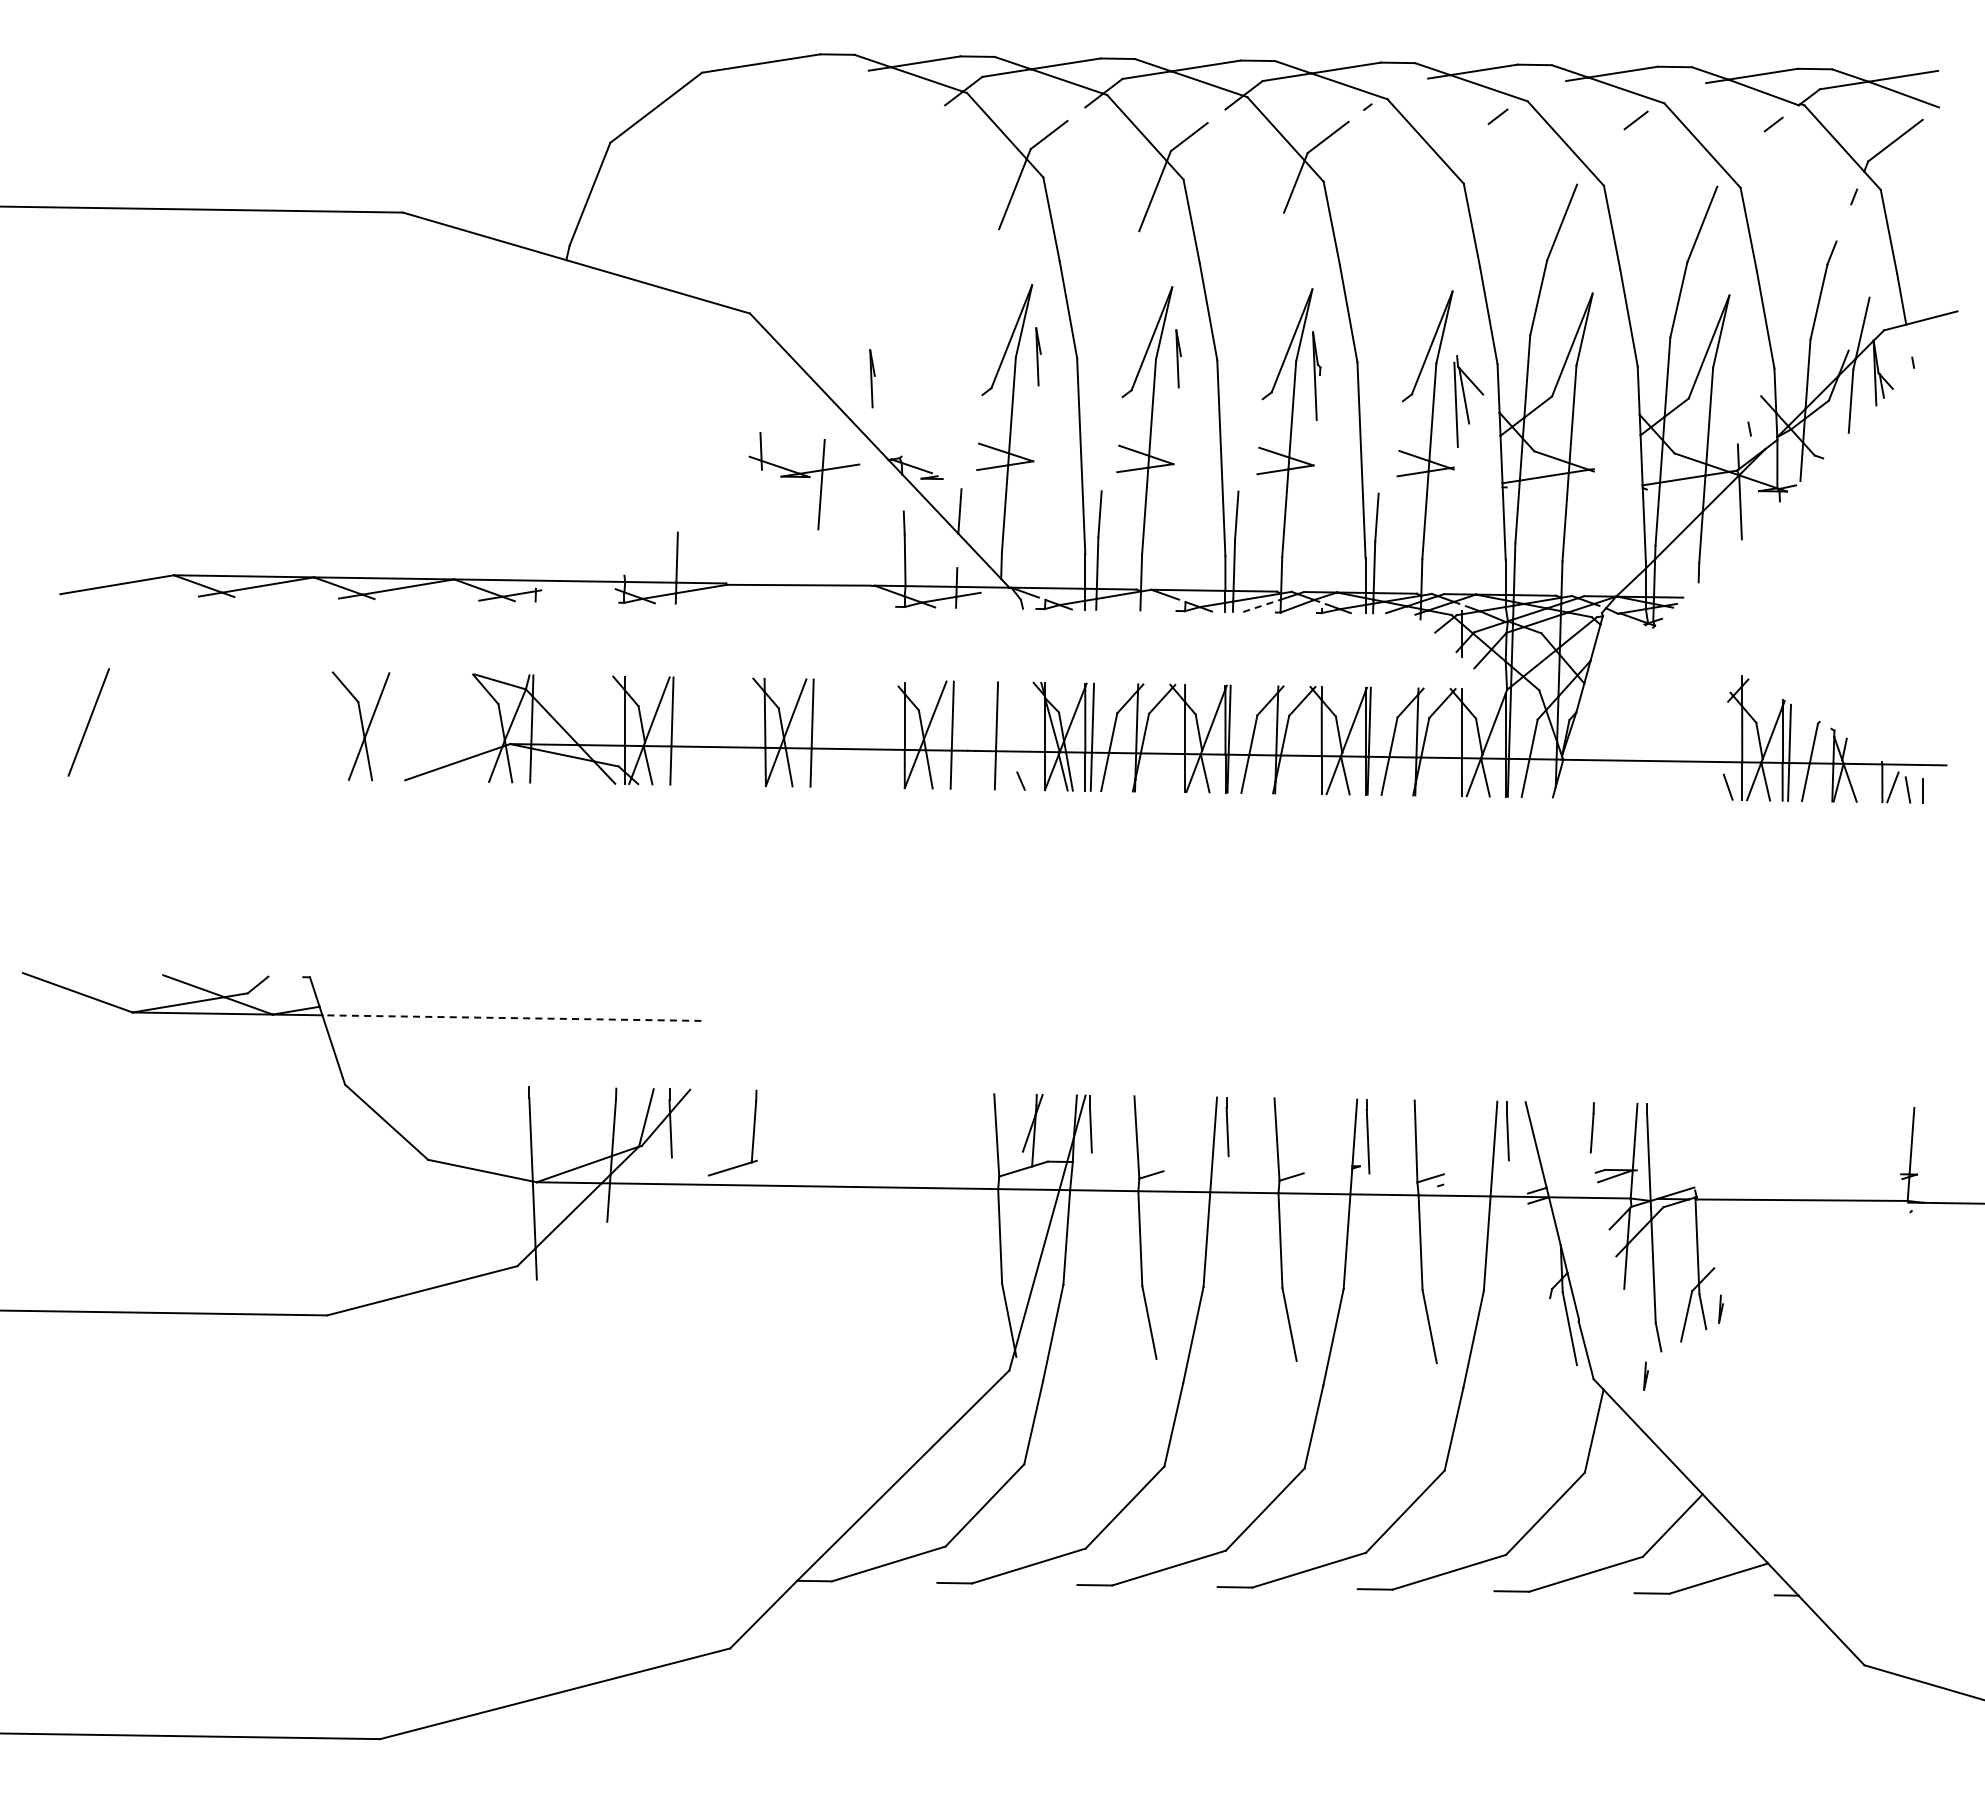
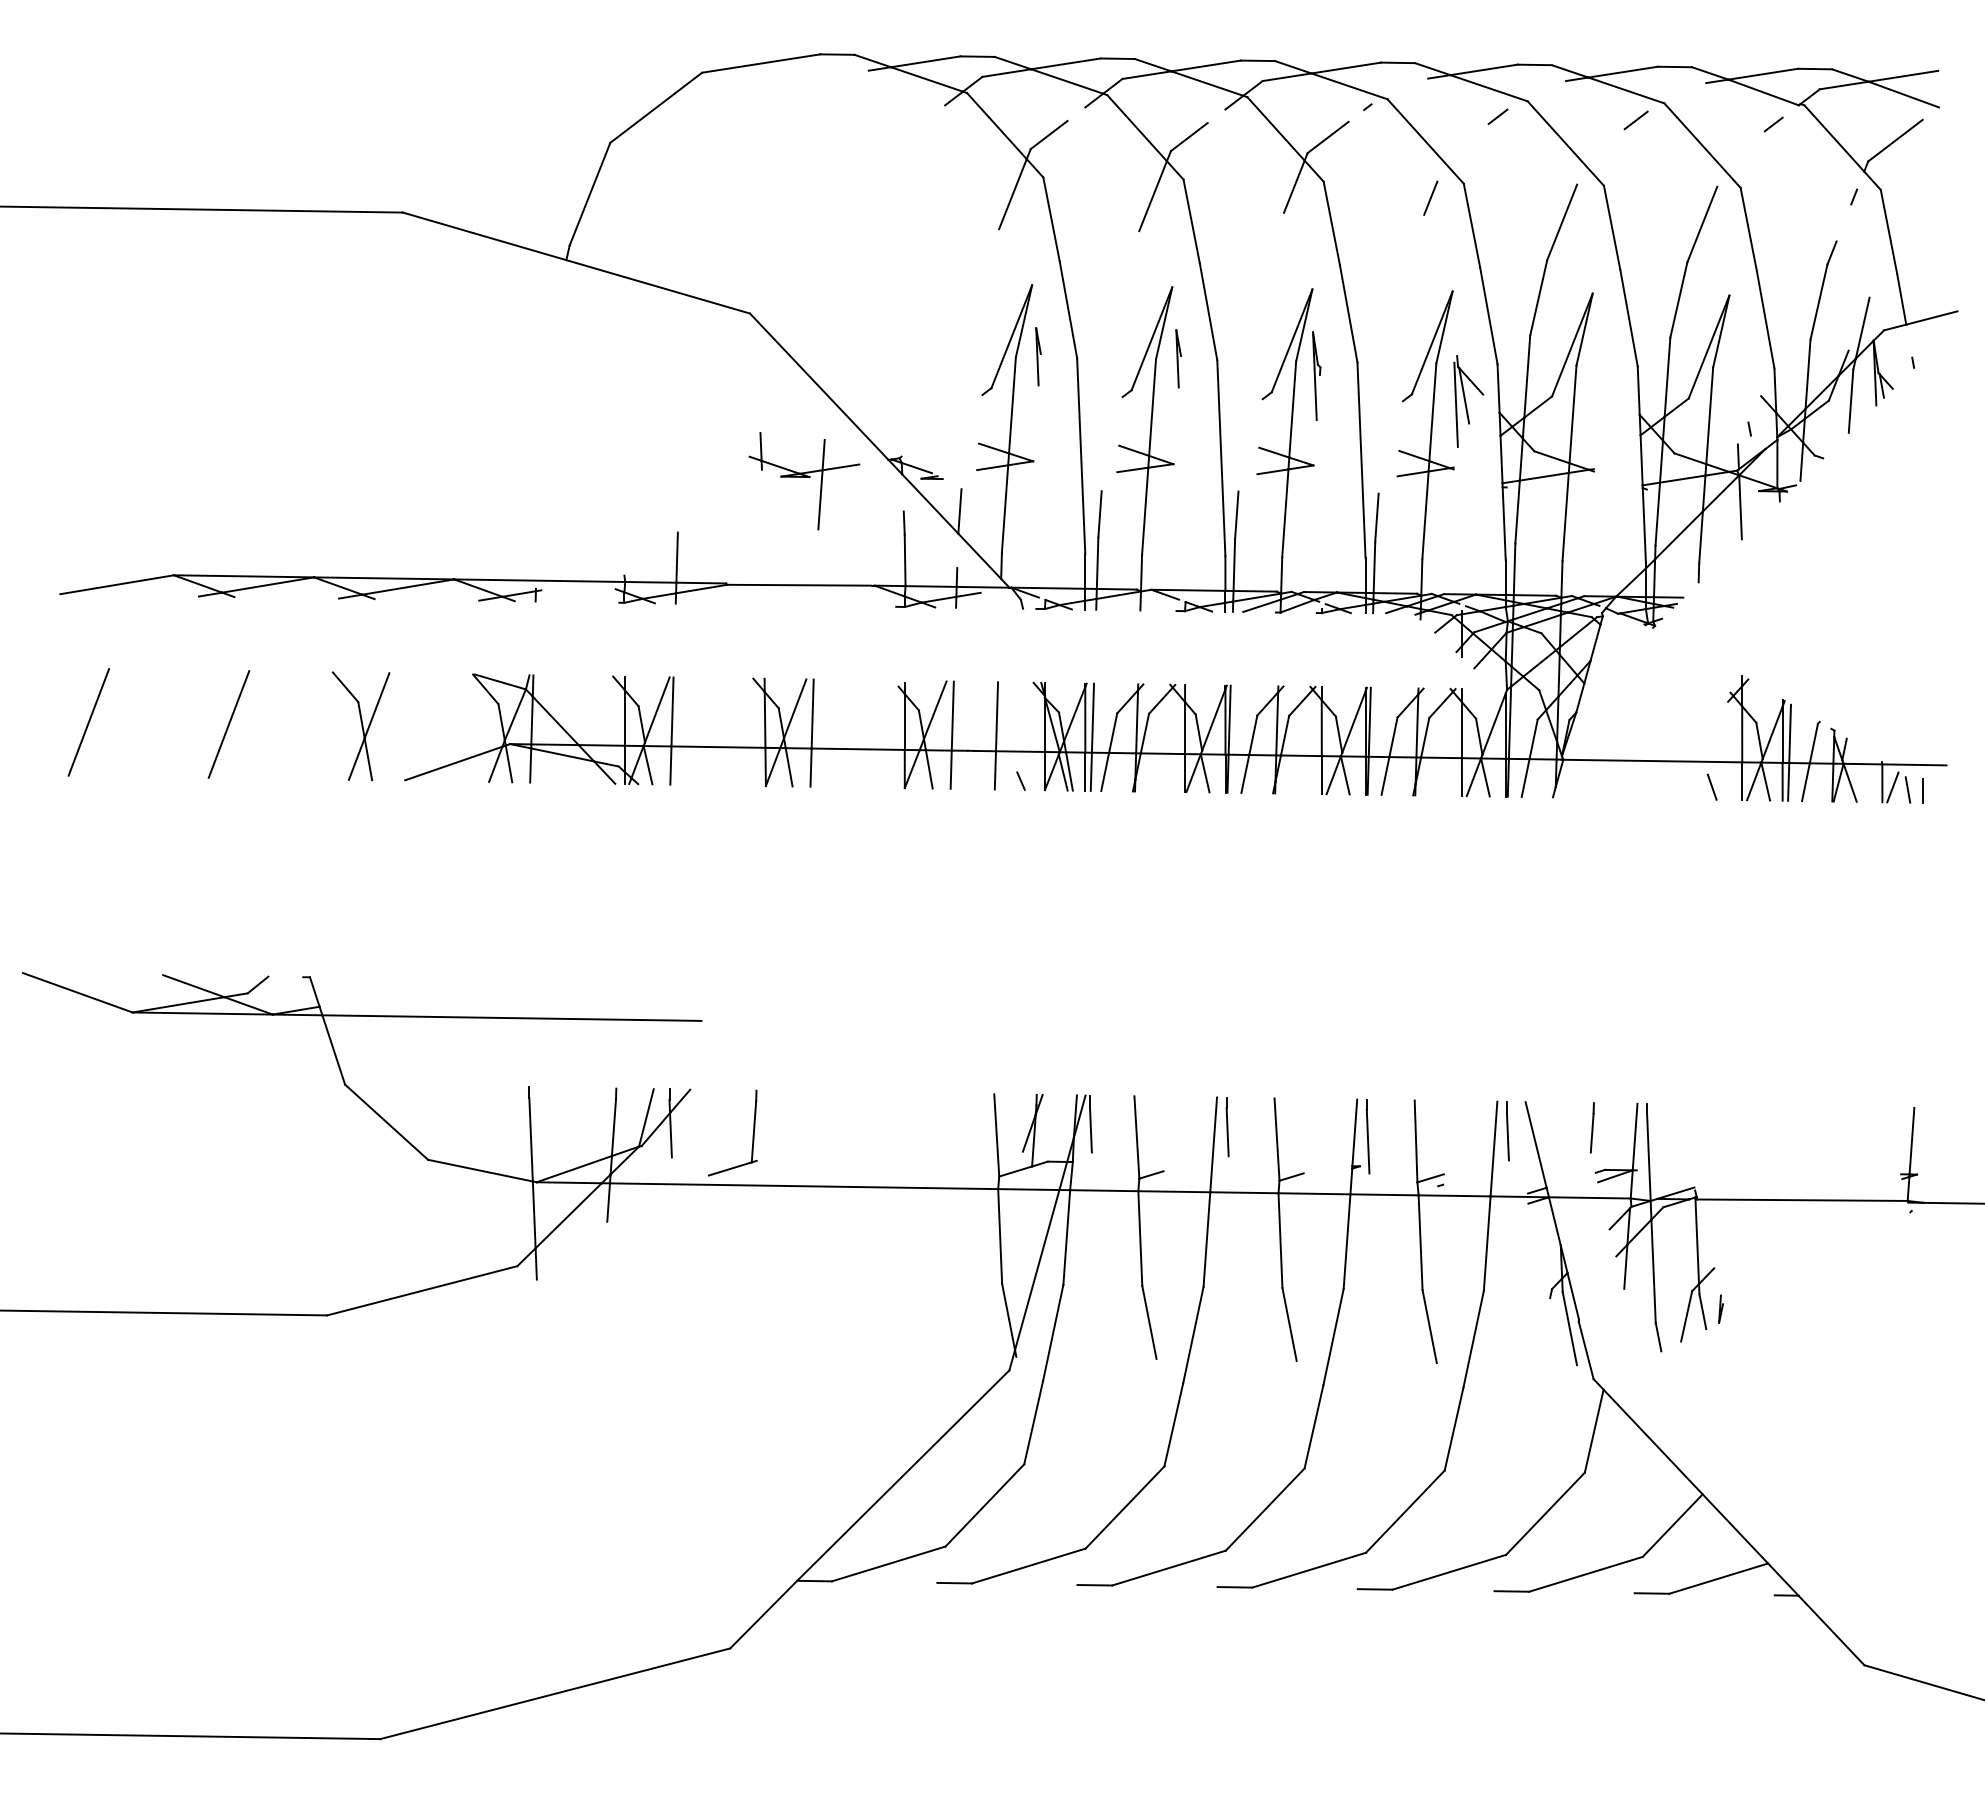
line at (1430, 197): none -> present
part at (872, 378): present -> none
line at (1262, 605): dashed -> solid
line at (228, 724): none -> present
line at (1727, 786) position: (1727, 786) -> (1711, 786)
line at (511, 1018): dashed -> solid
part at (1645, 1375): present -> none
